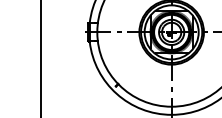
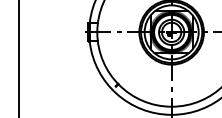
line at (40, 58) position: (40, 58) -> (18, 58)
